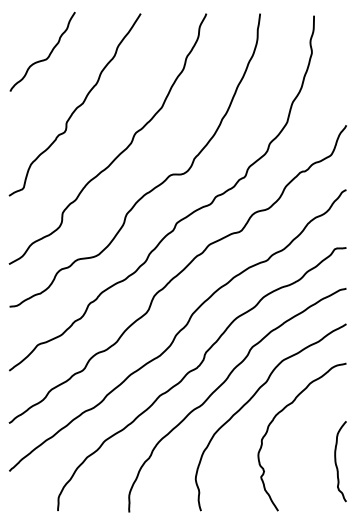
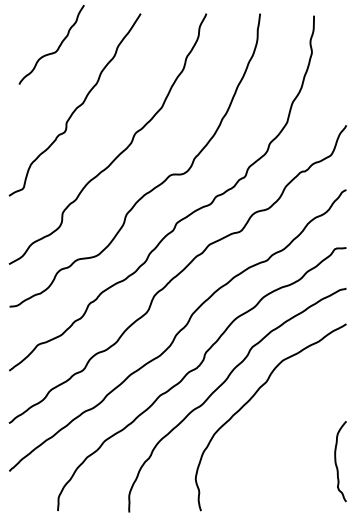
curve at (47, 56) position: (47, 56) -> (56, 49)
curve at (281, 412): present -> none
